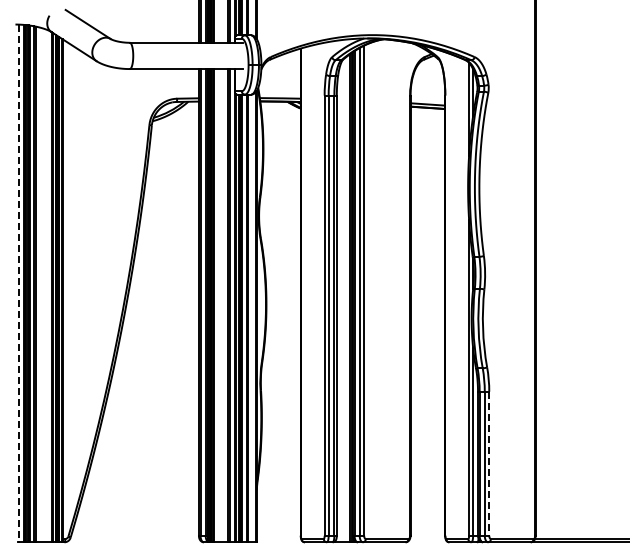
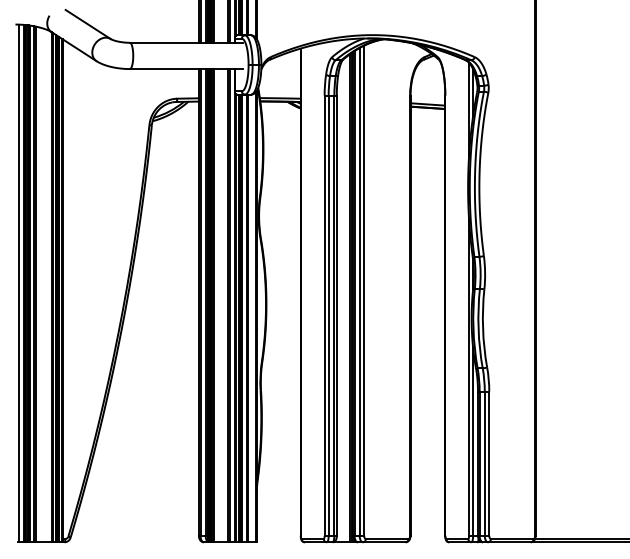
line at (19, 283): dashed -> solid
line at (489, 463): dashed -> solid
